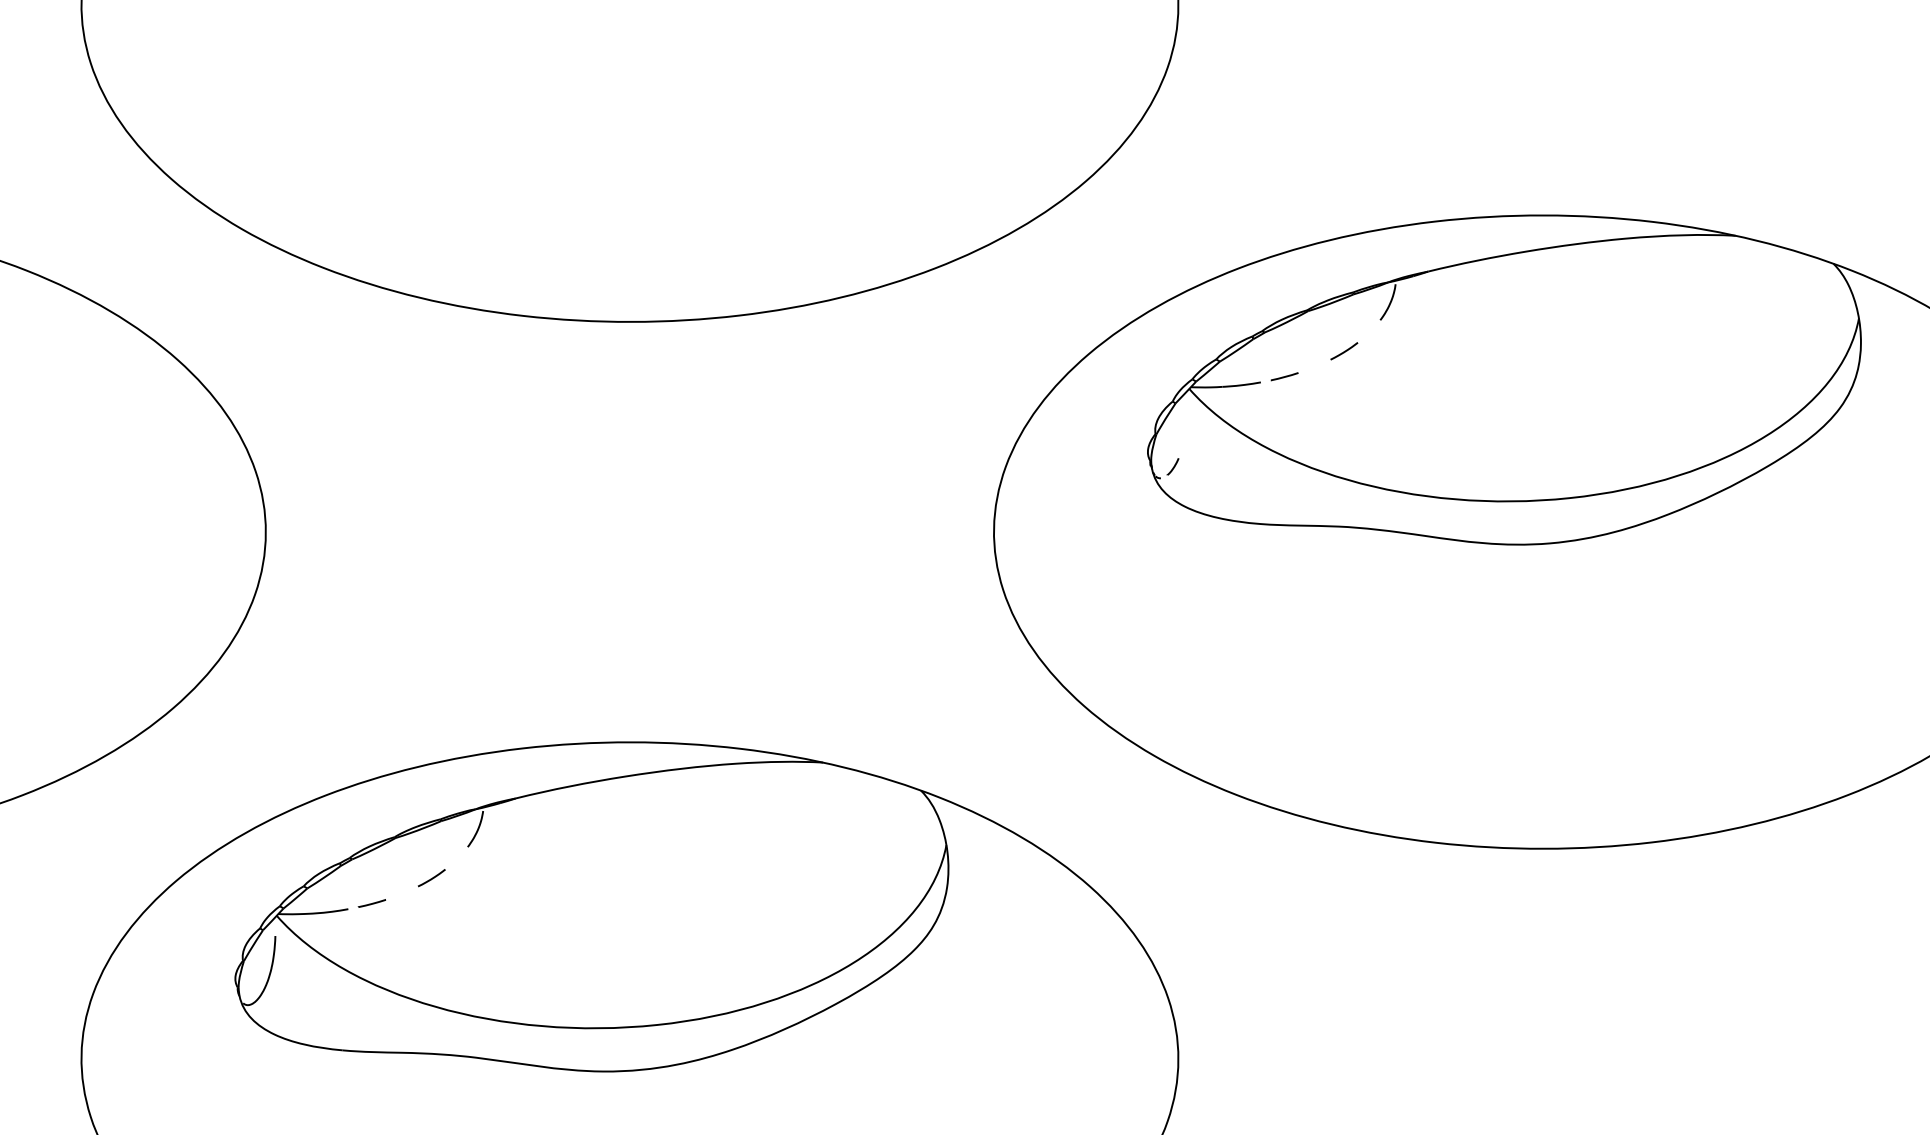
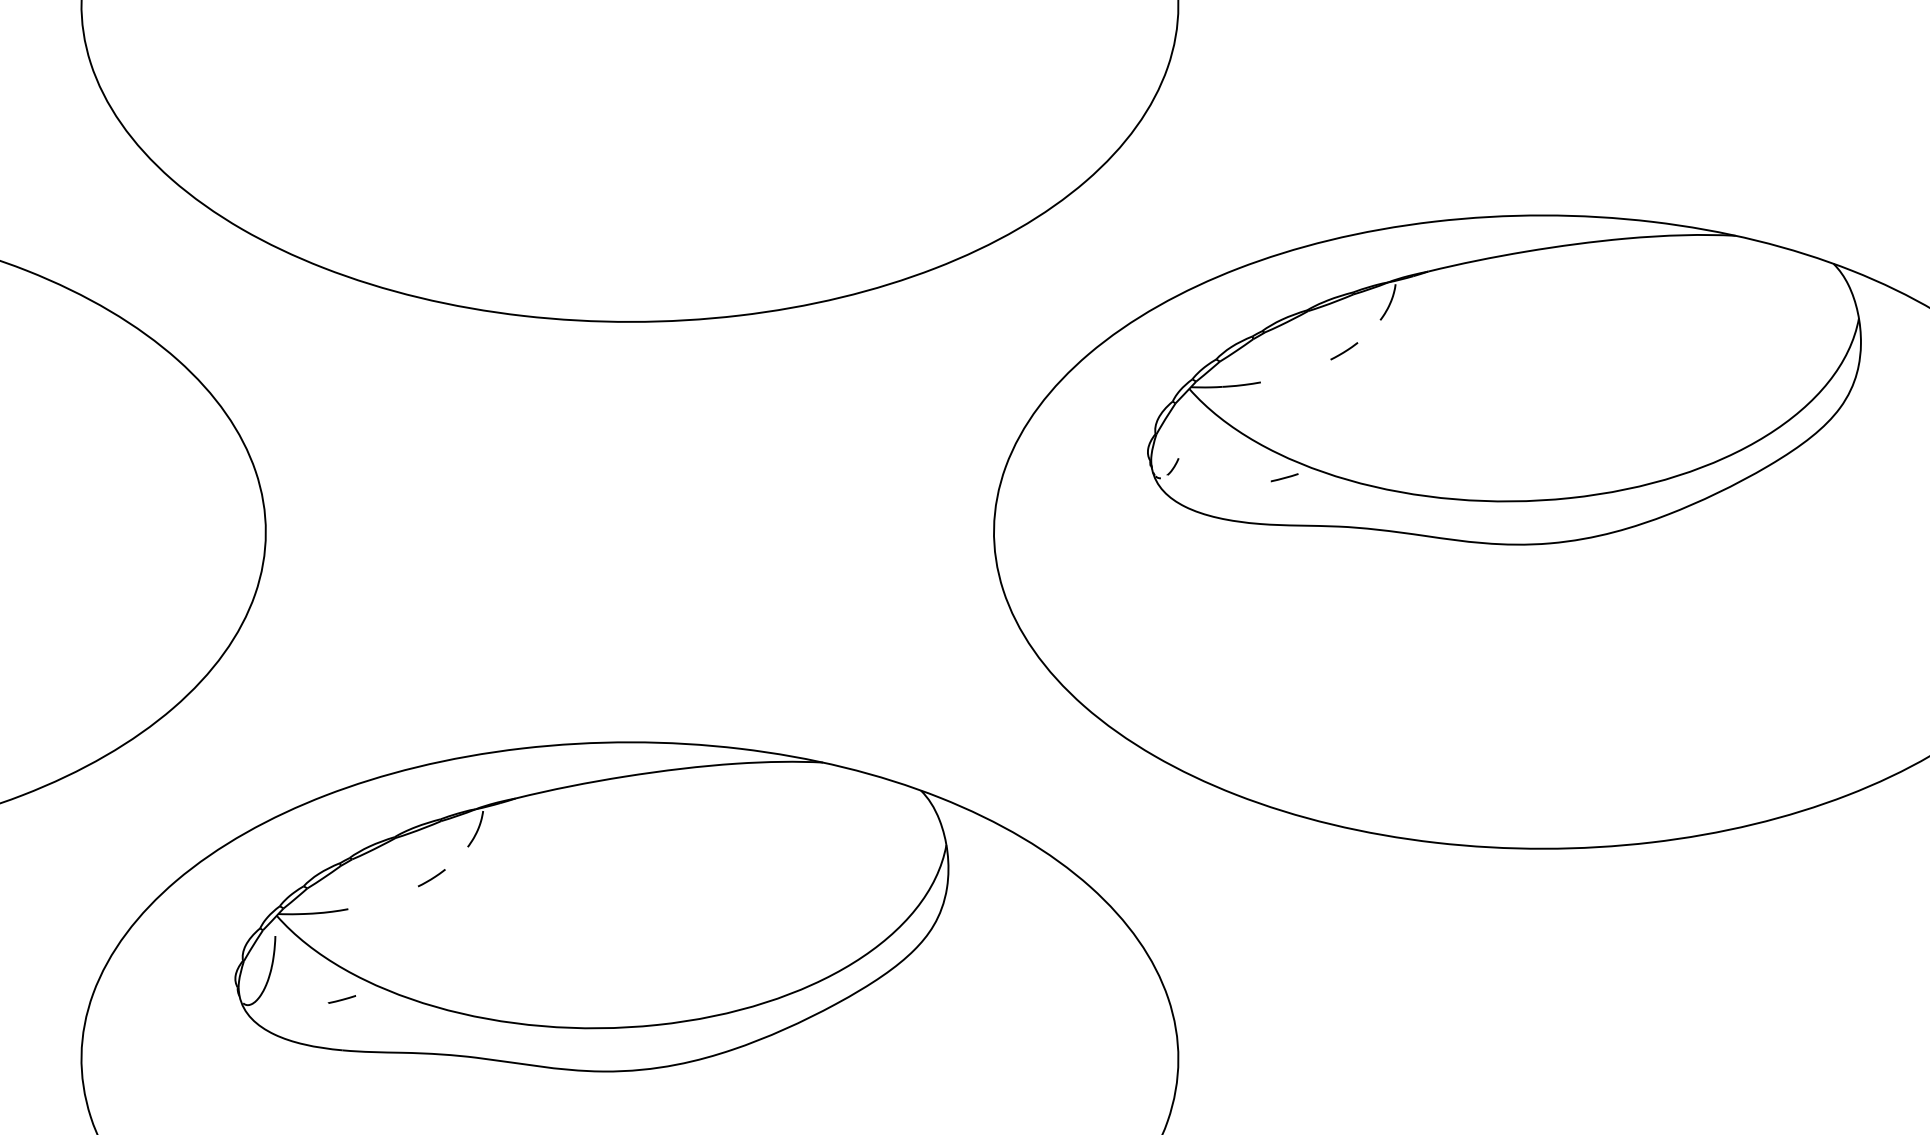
line at (1284, 376) position: (1284, 376) -> (1284, 477)
line at (371, 903) position: (371, 903) -> (341, 999)
